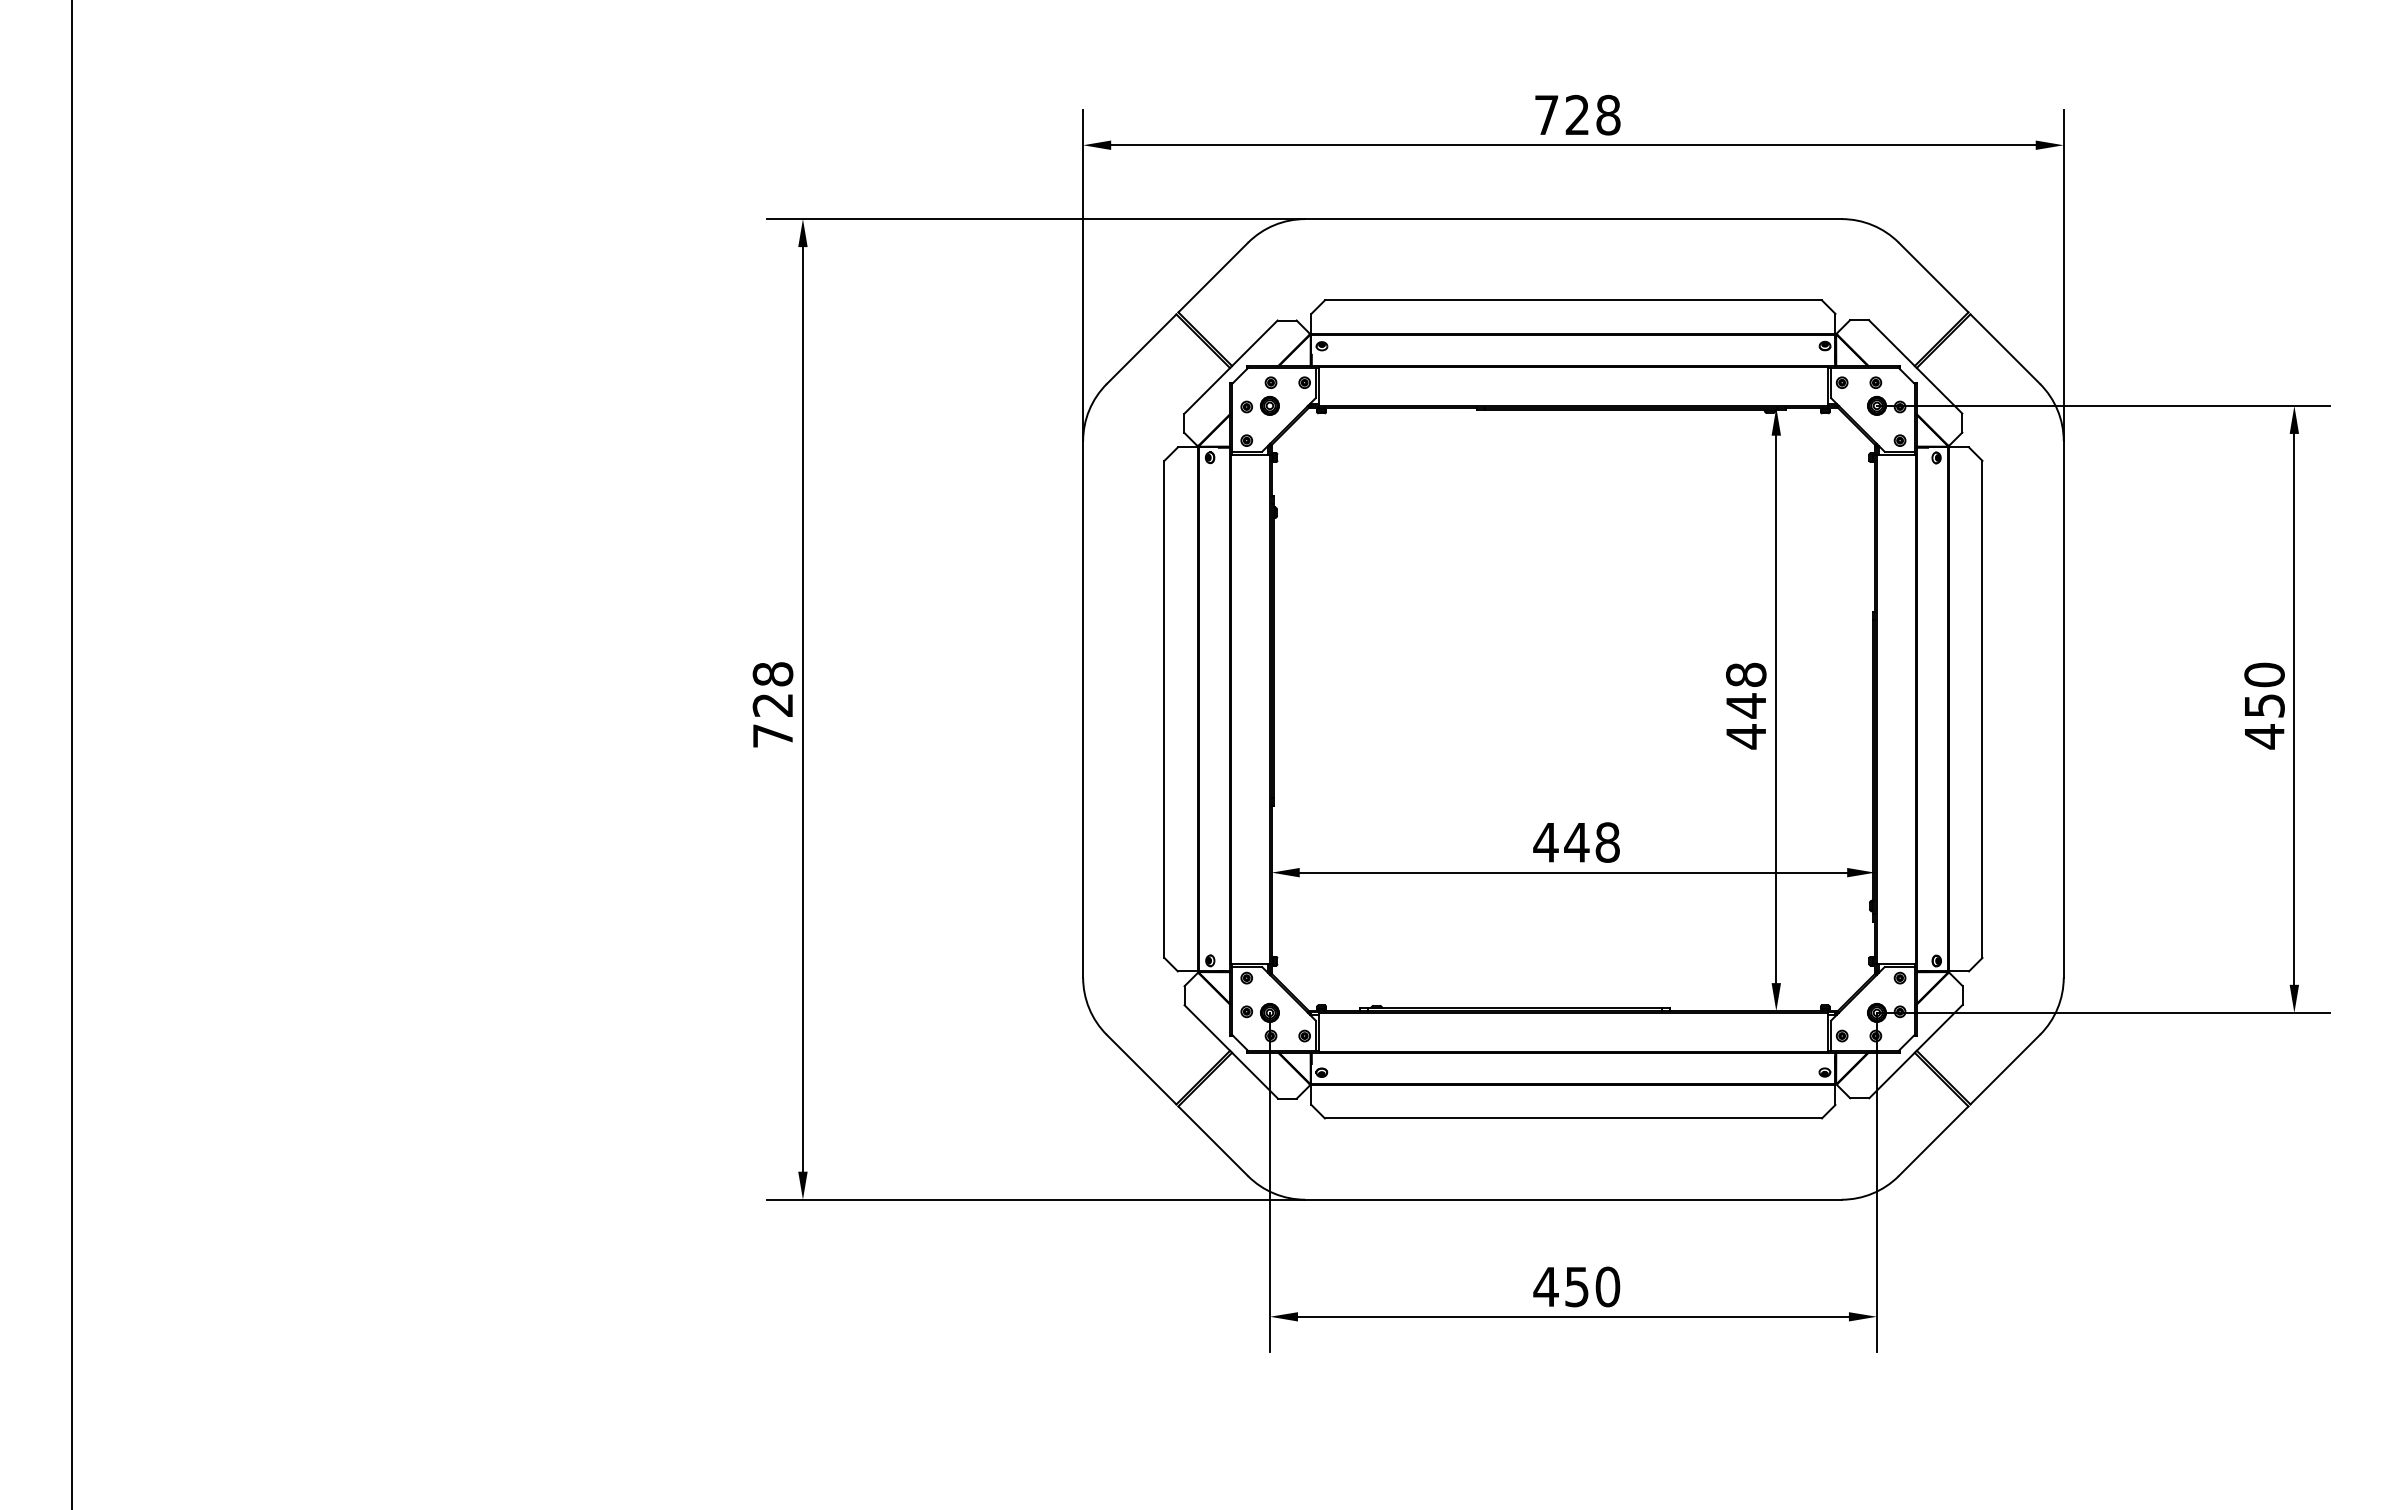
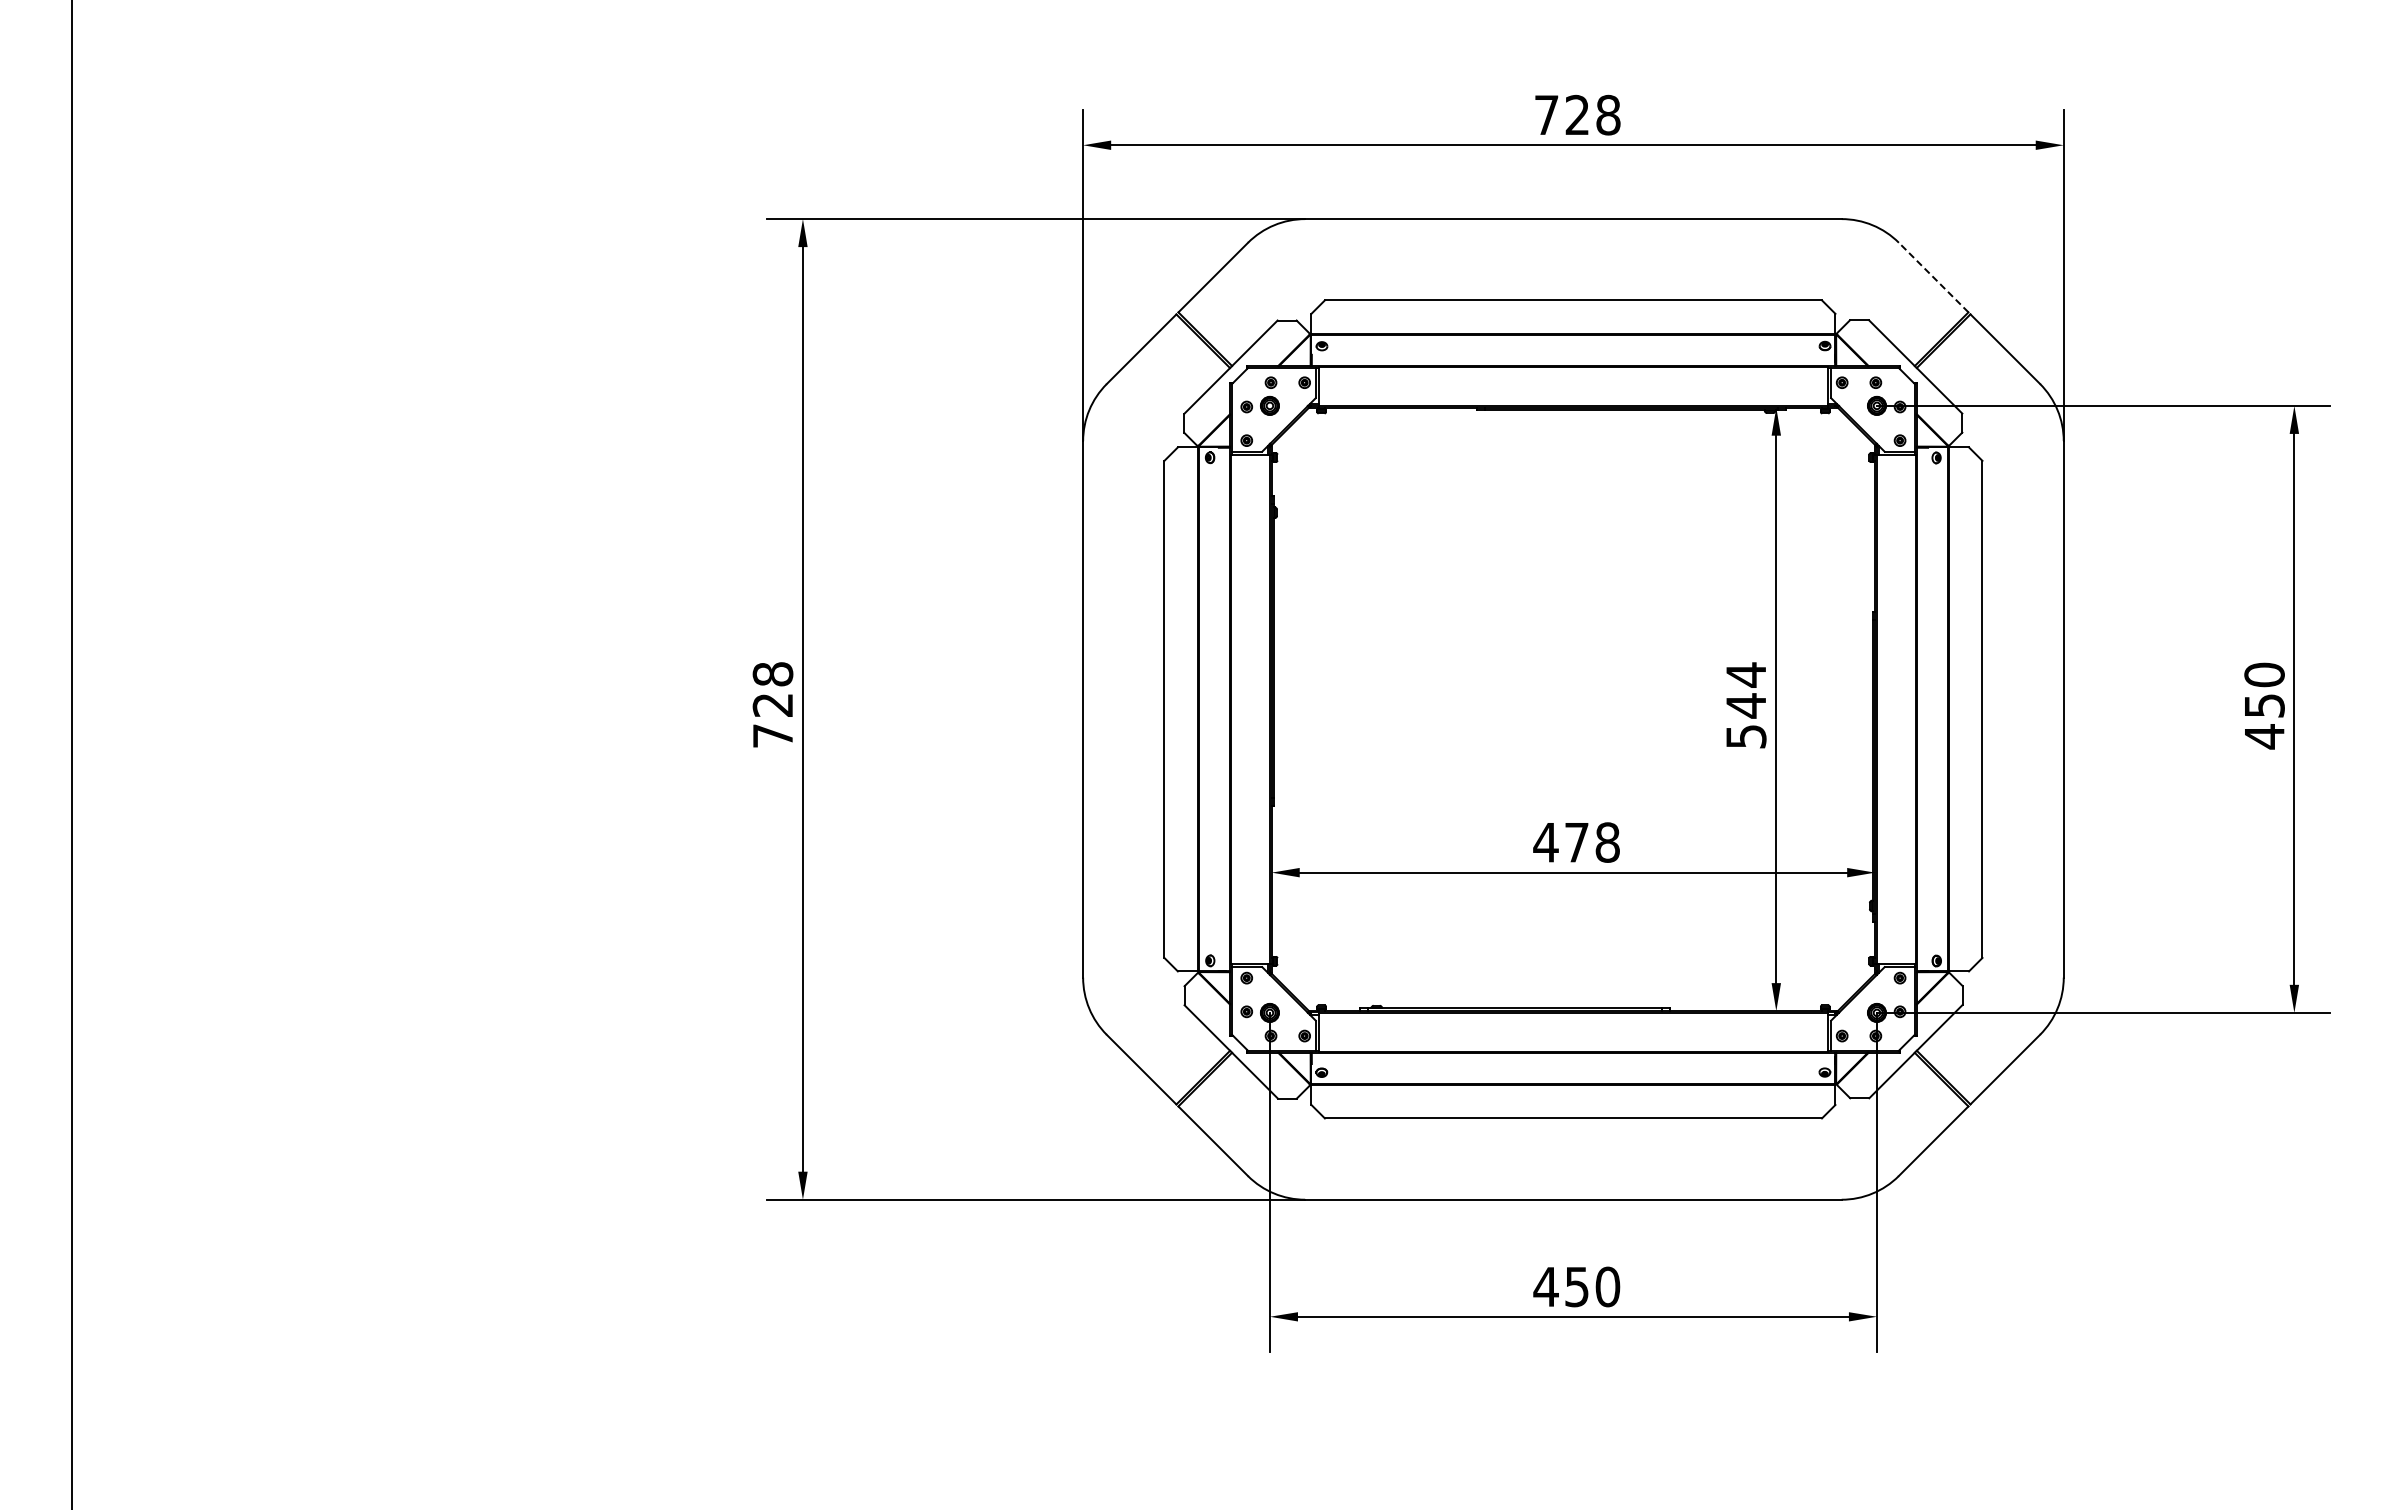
line at (1933, 277): solid -> dashed
text at (1746, 705): 448 -> 544
text at (1576, 842): 448 -> 478
